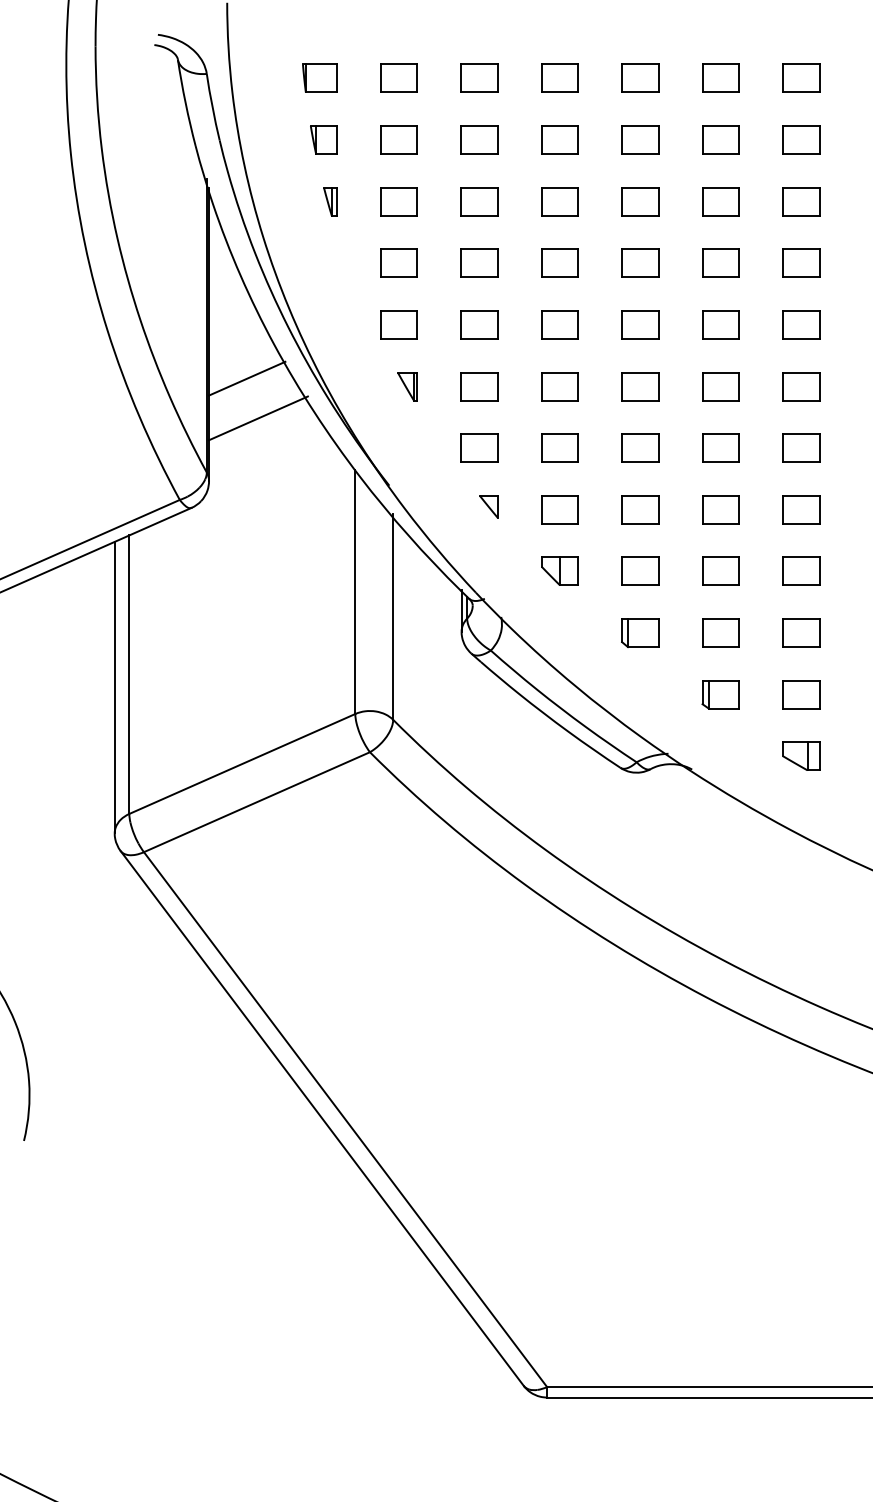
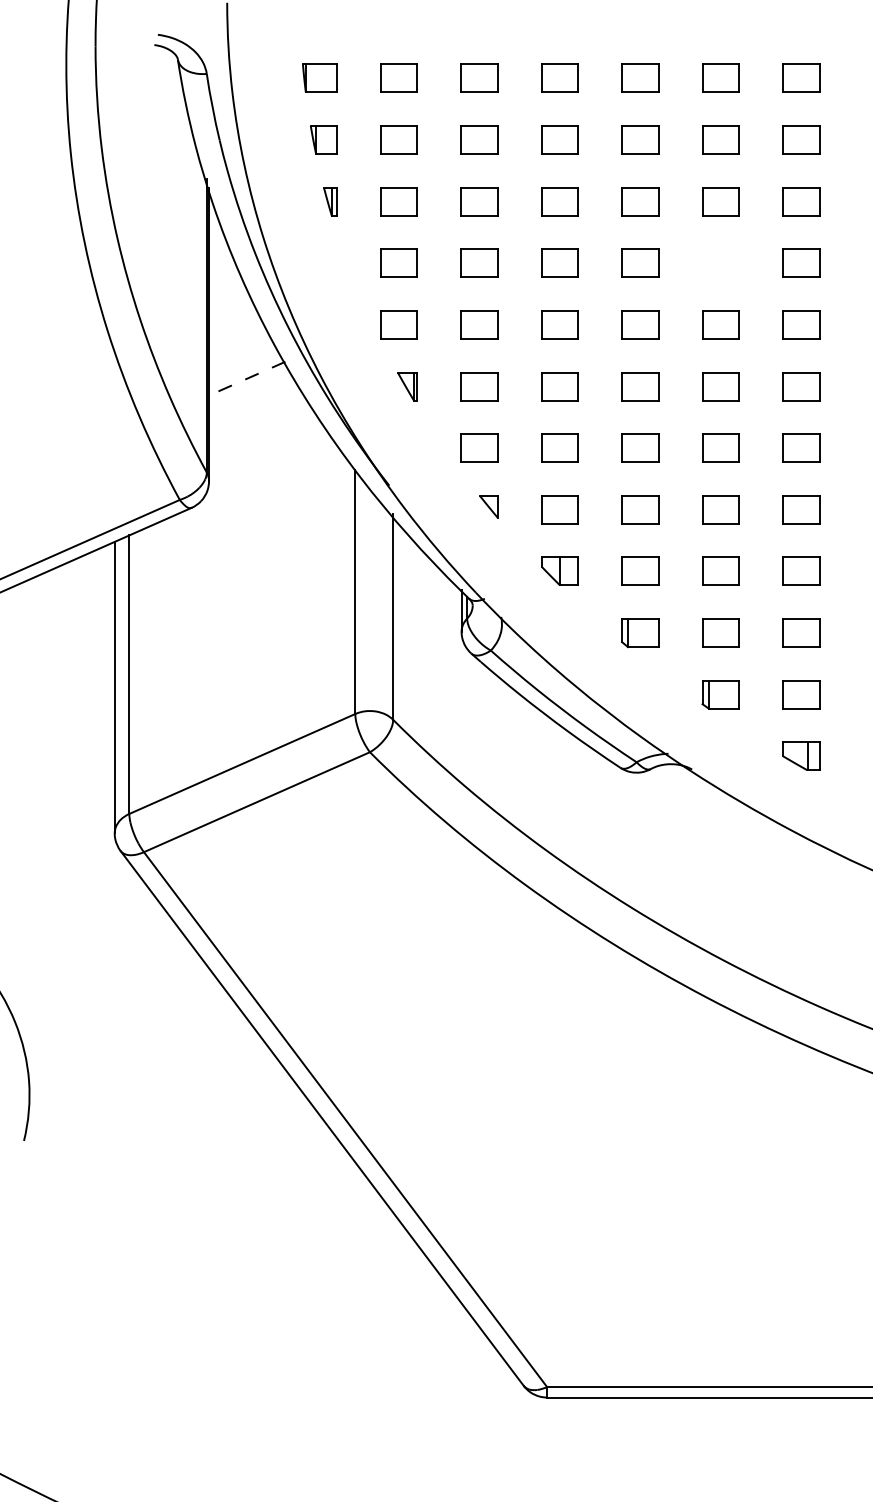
part at (720, 262): present -> none
line at (247, 378): solid -> dashed
line at (258, 418): present -> none
